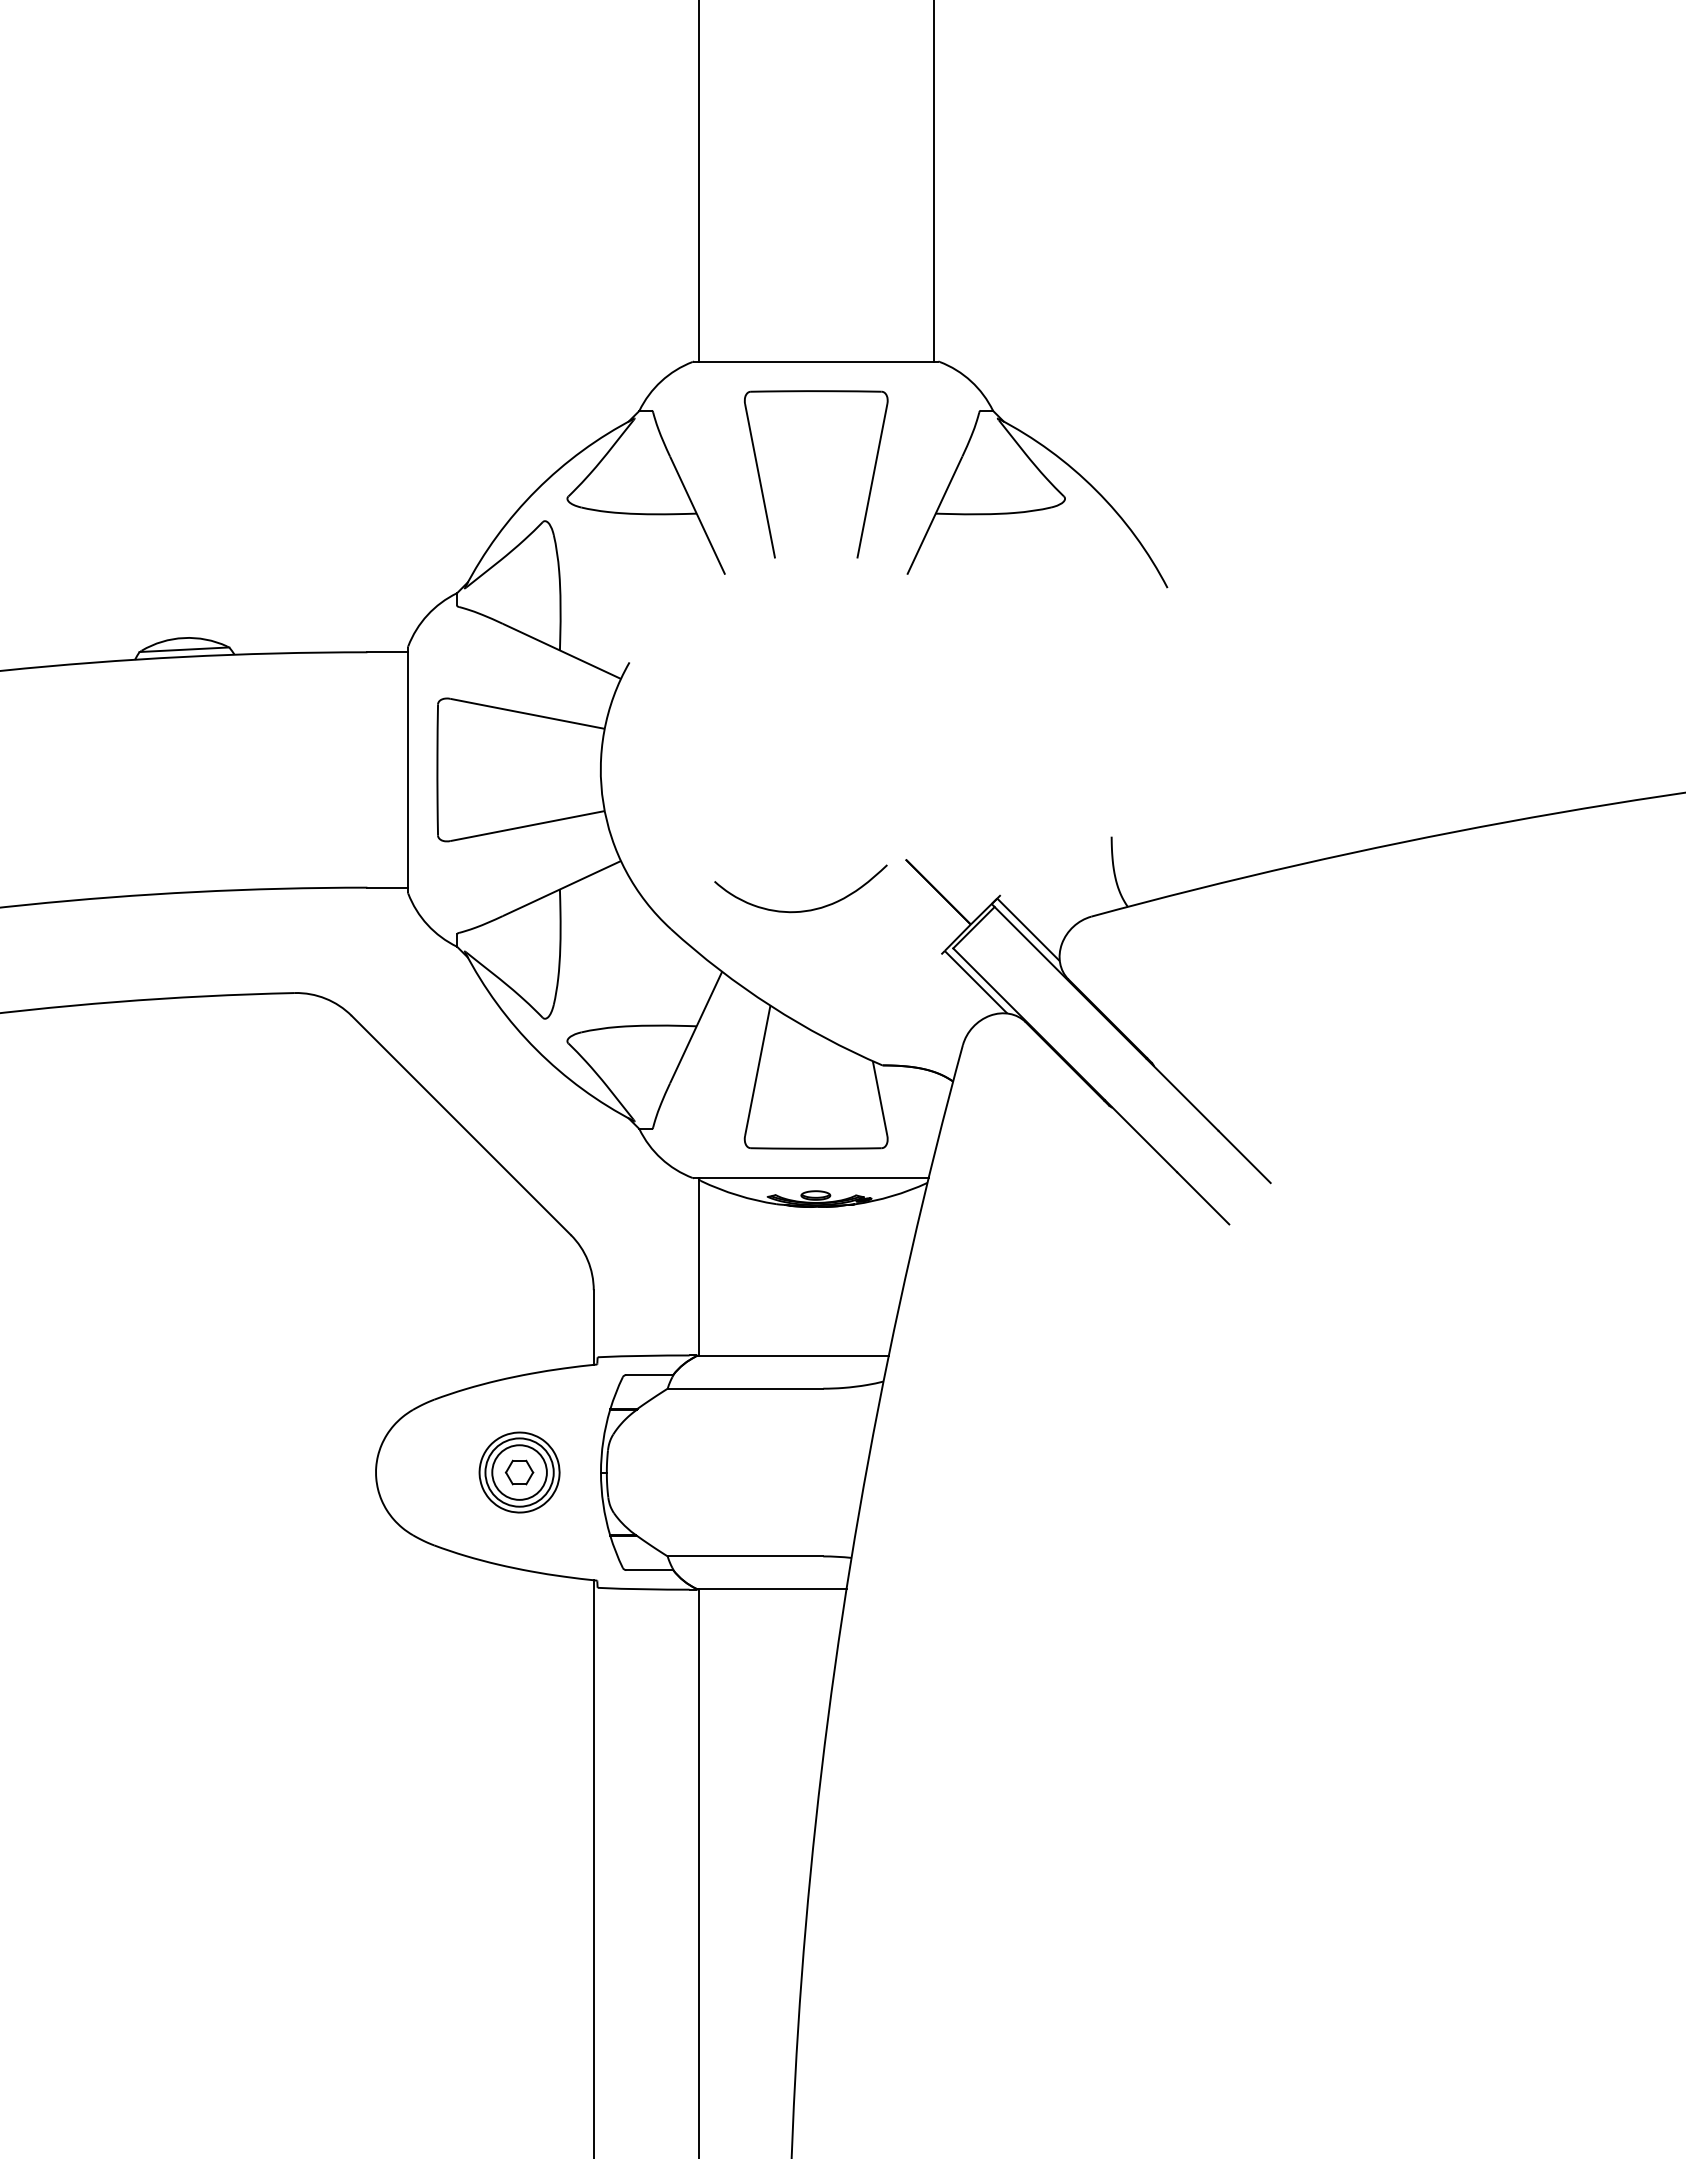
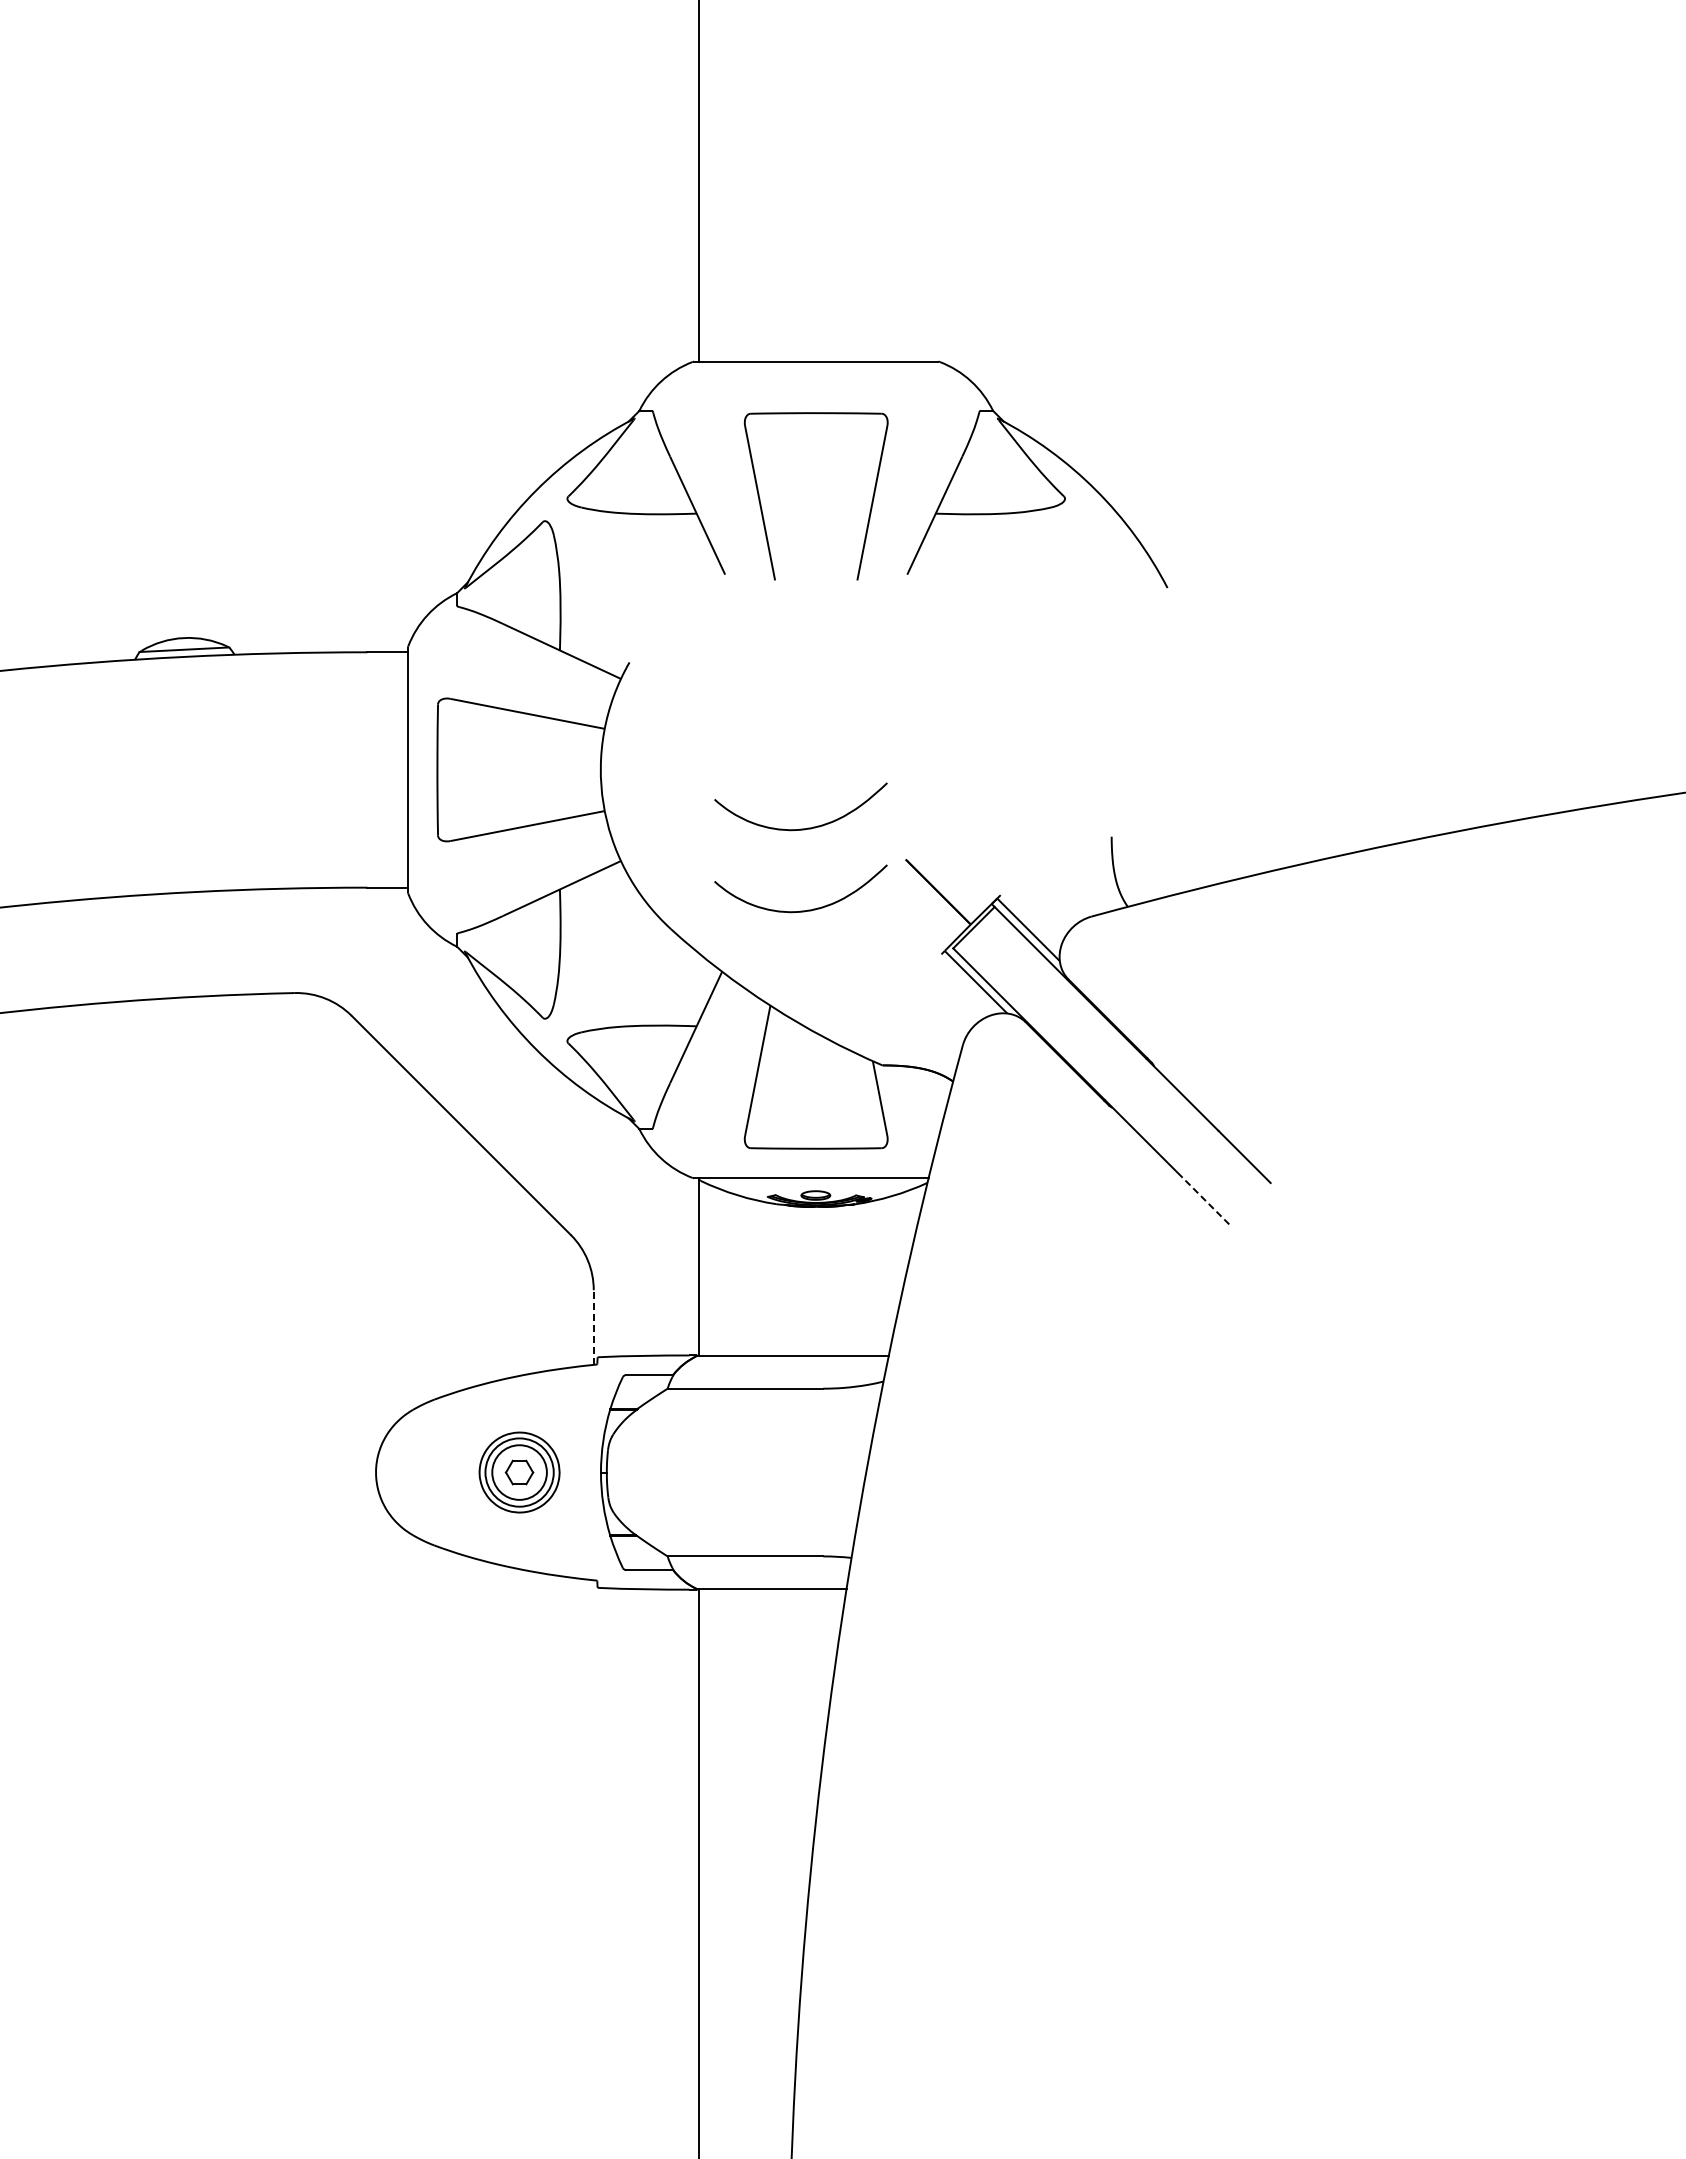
line at (933, 181): present -> none
part at (762, 486) position: (762, 486) -> (762, 508)
curve at (800, 828): none -> present
line at (1203, 1198): solid -> dashed
line at (593, 1327): solid -> dashed
line at (593, 1867): present -> none
